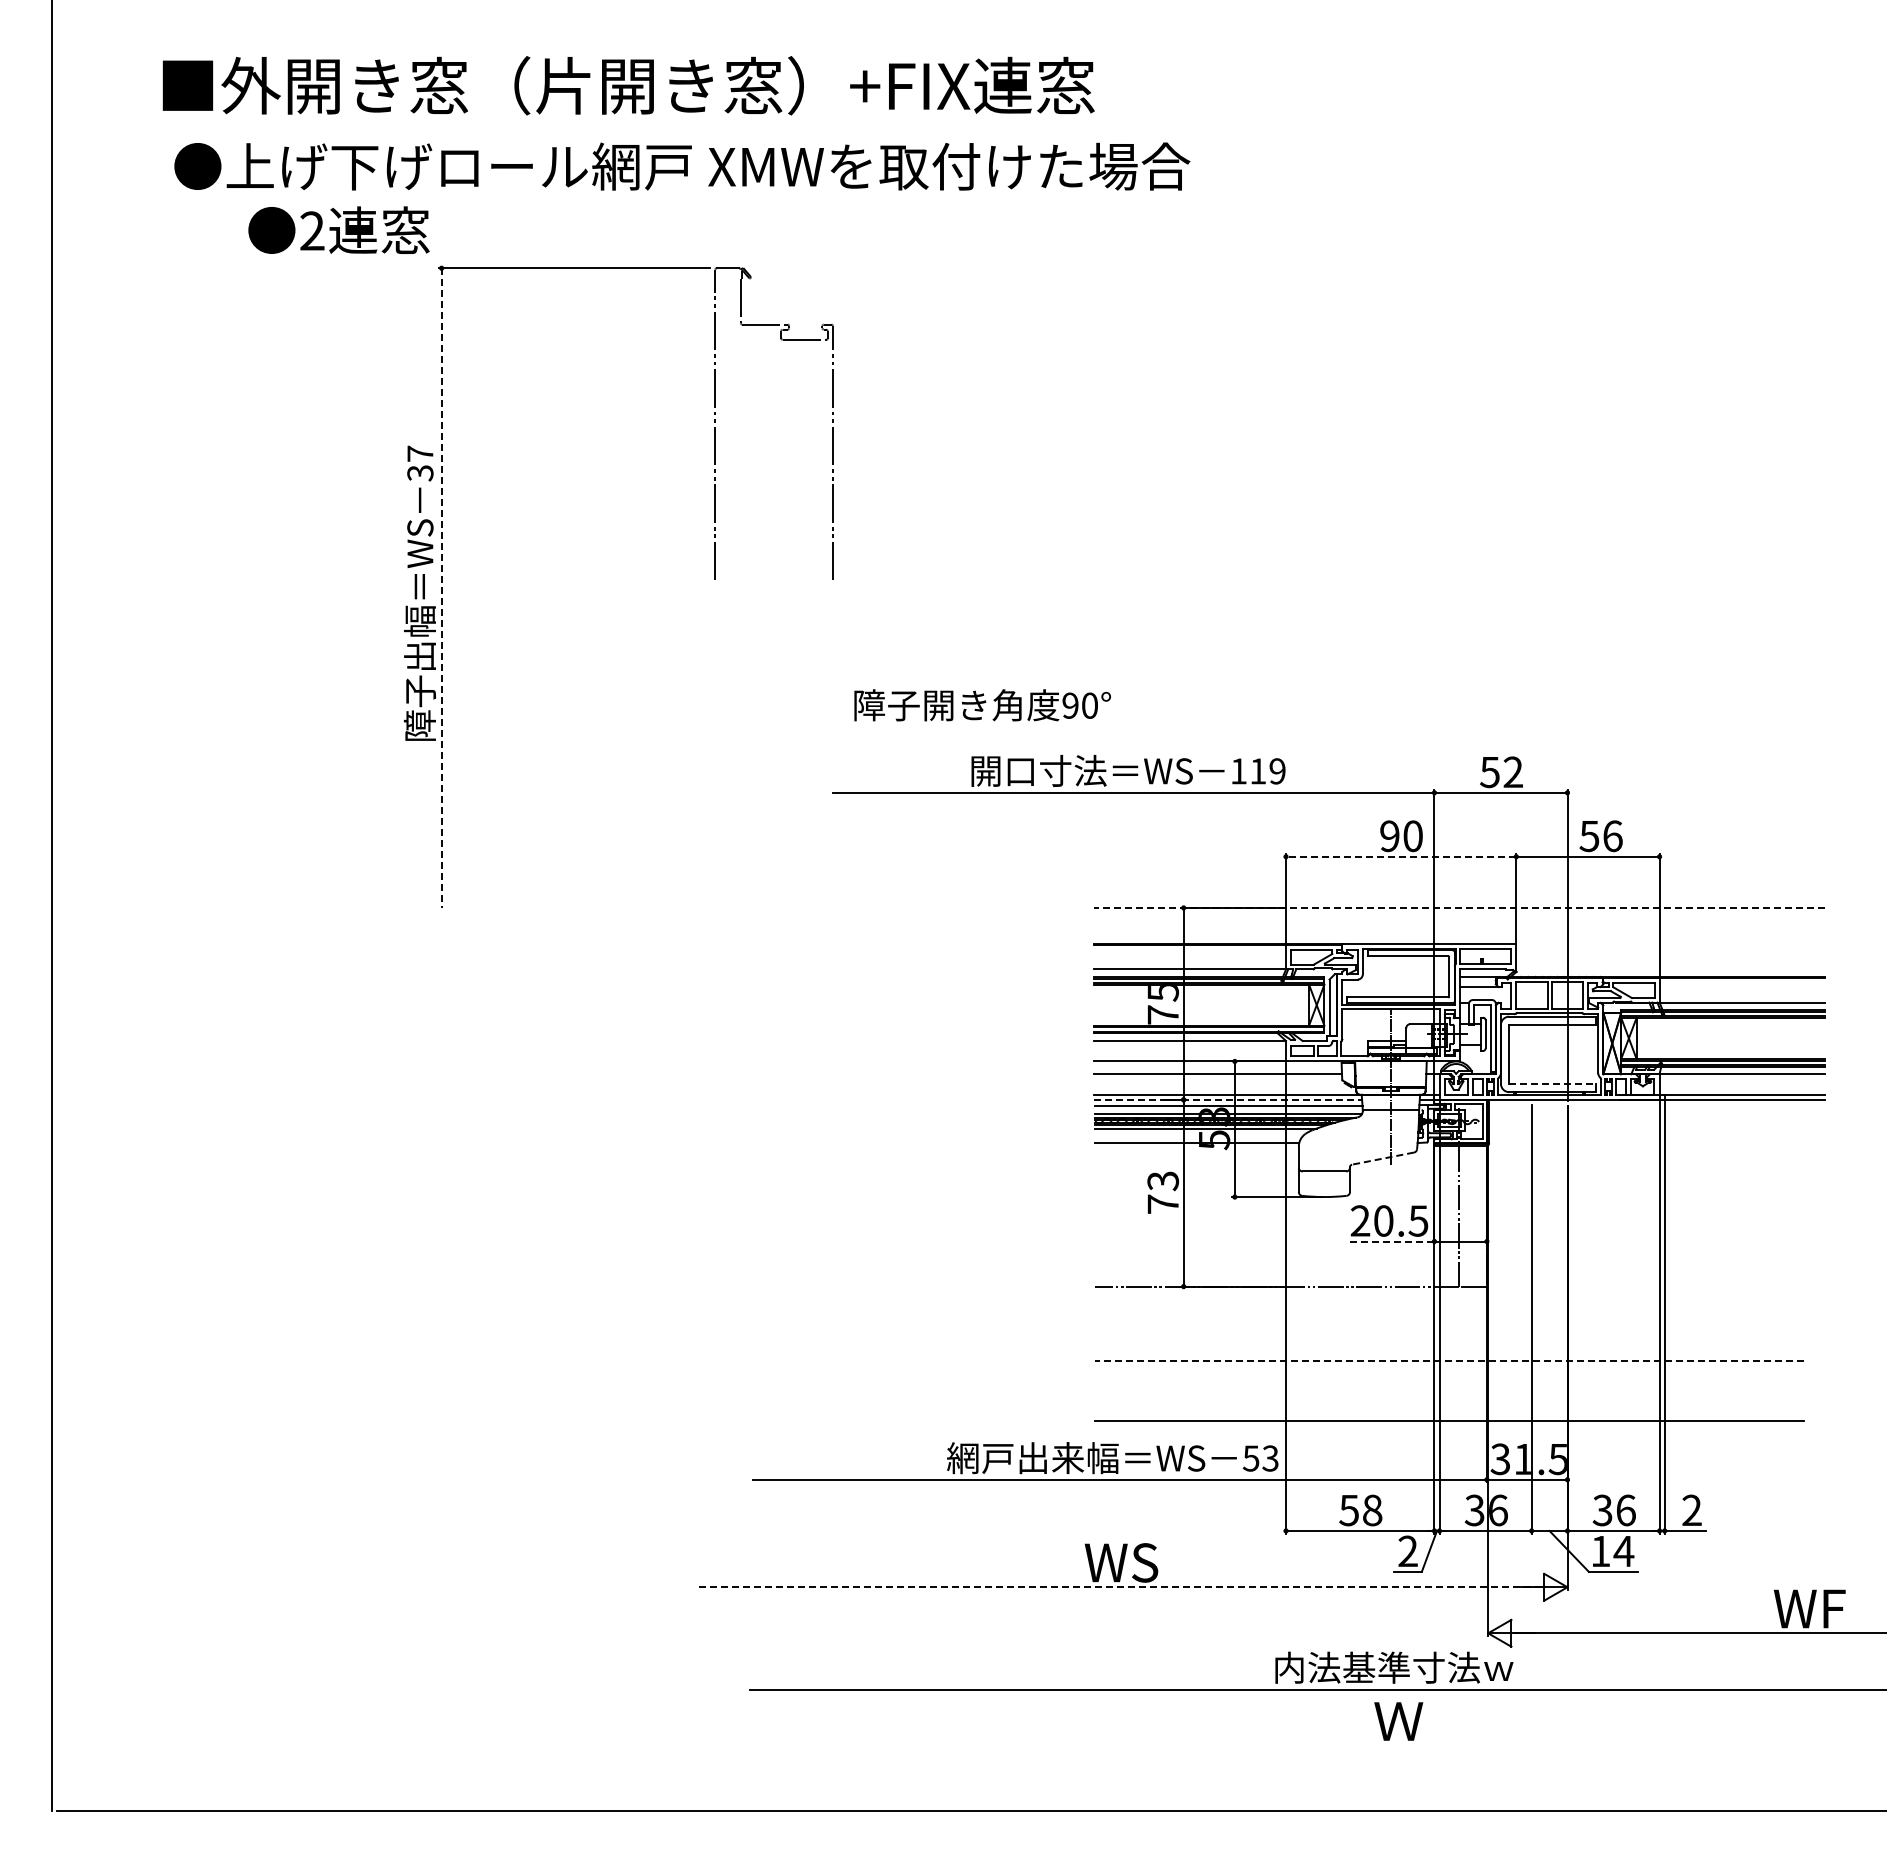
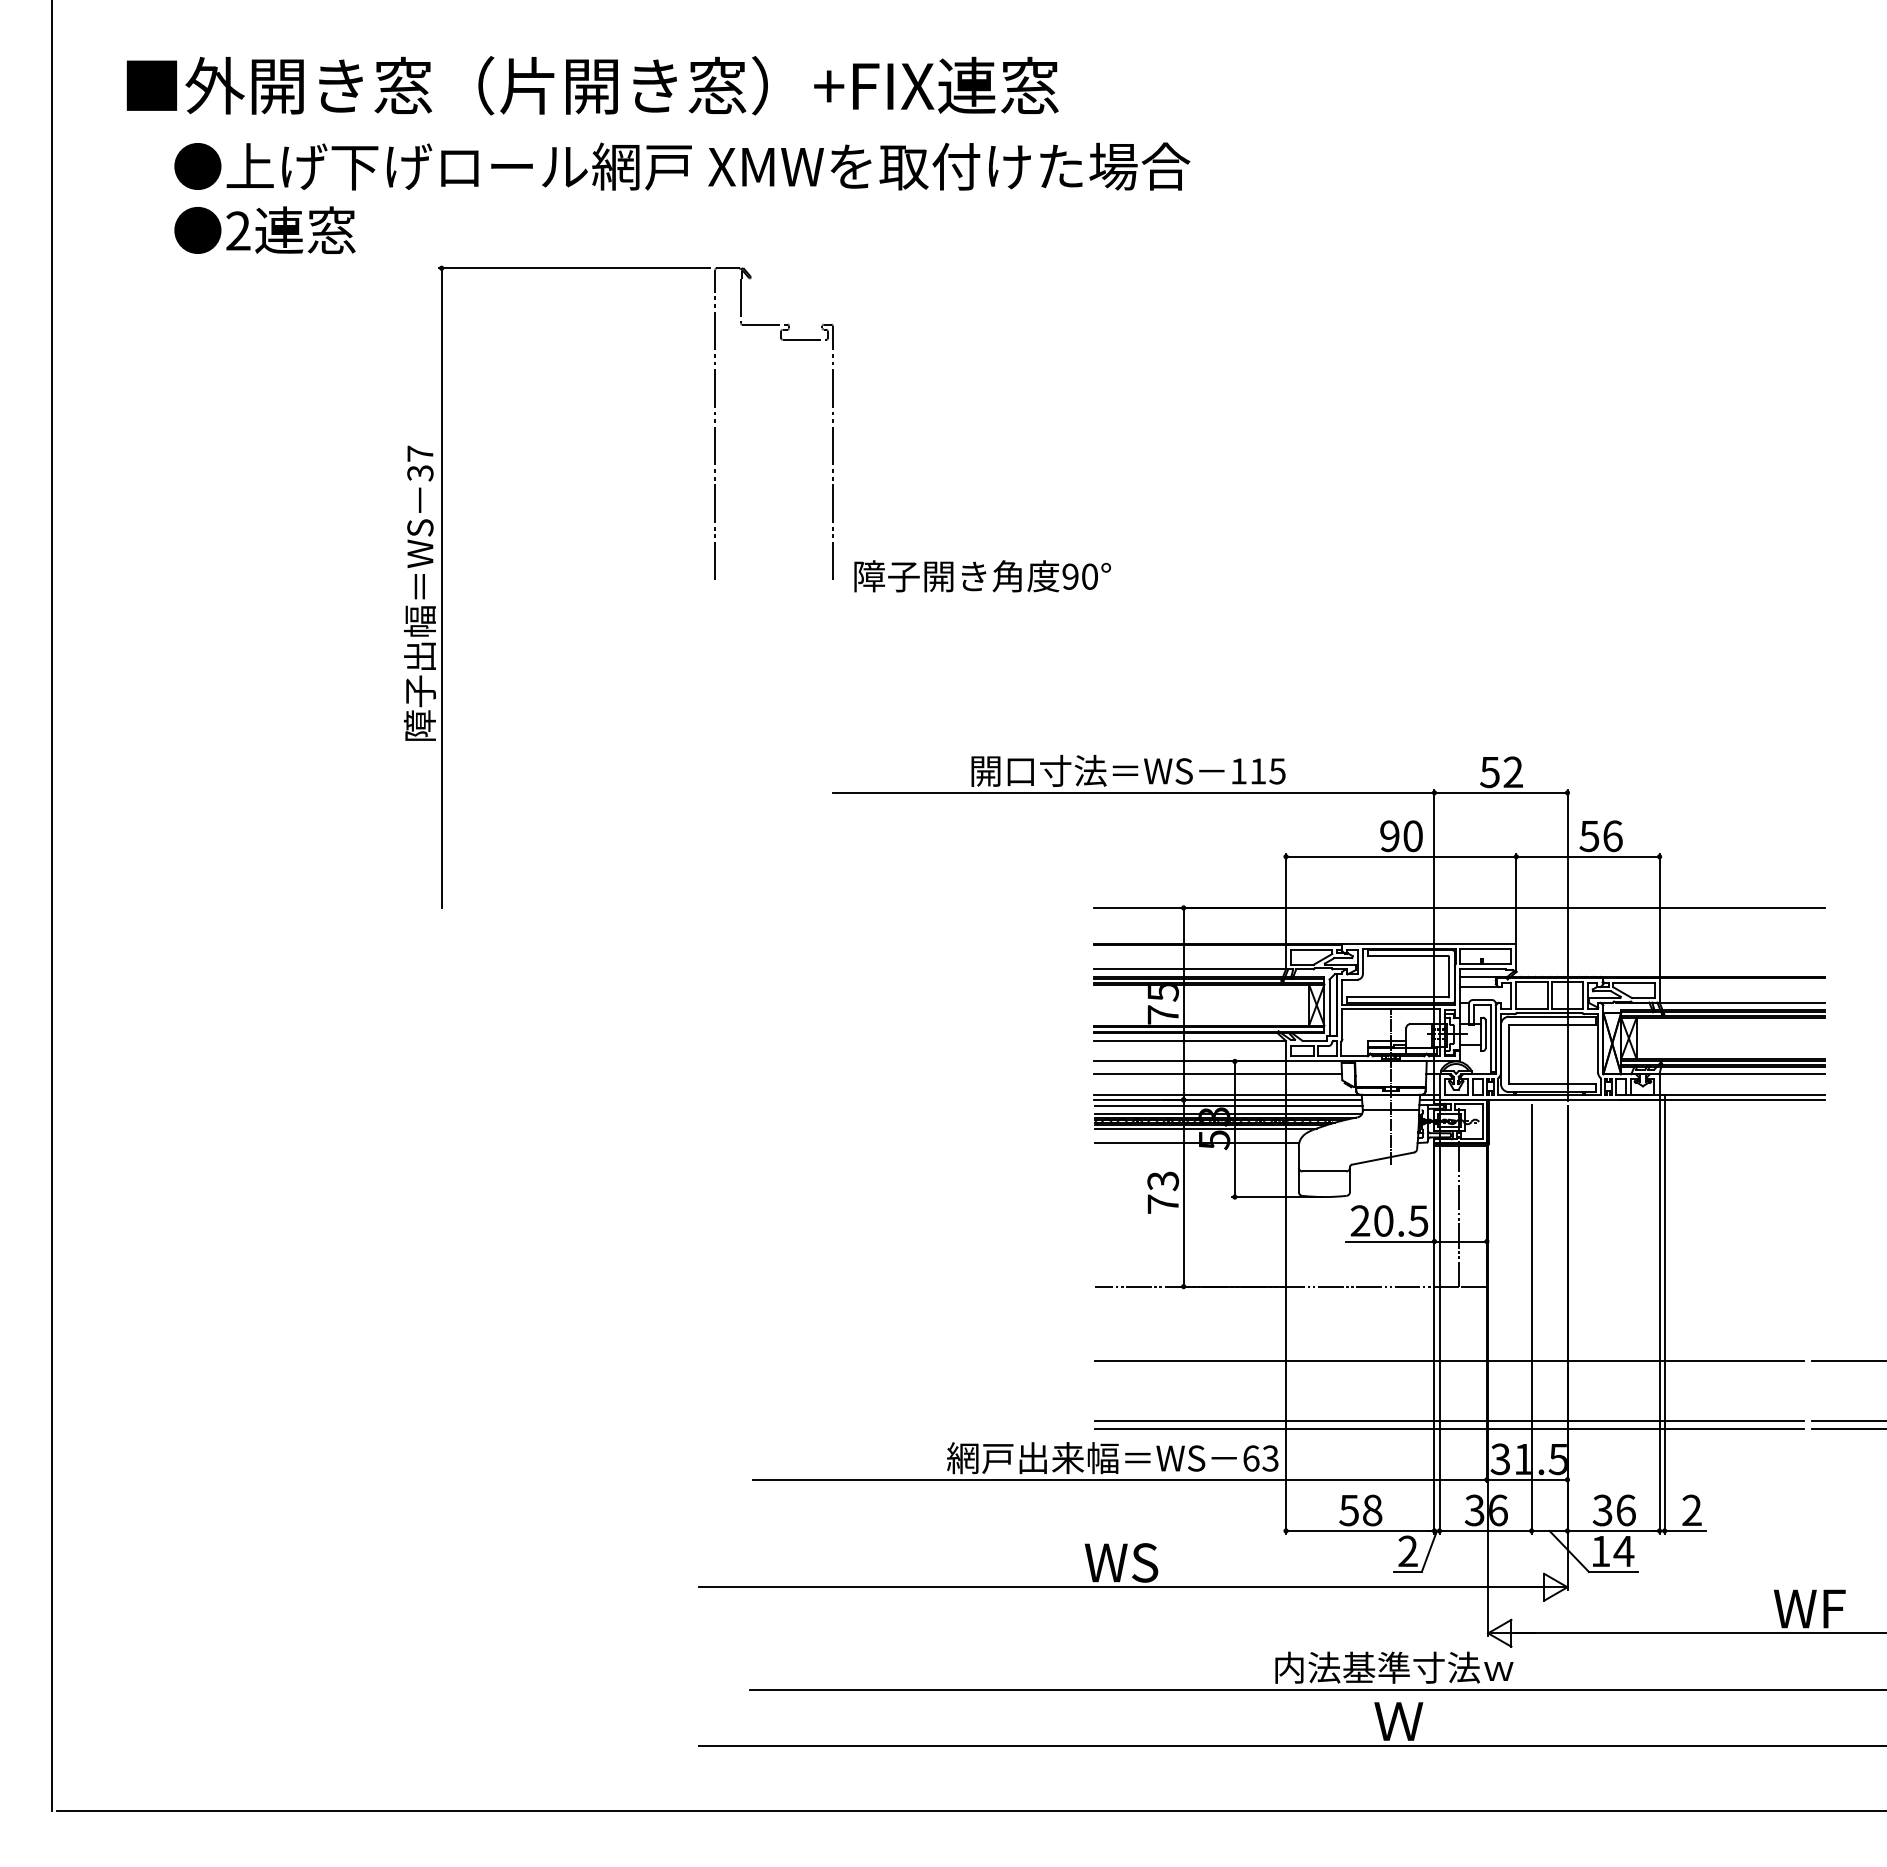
text at (628, 85) position: (628, 85) -> (592, 85)
text at (338, 229) position: (338, 229) -> (264, 229)
line at (441, 588): dashed -> solid
text at (982, 705) position: (982, 705) -> (982, 576)
text at (1277, 771): 119 -> 115
line at (1400, 856): dashed -> solid
line at (1458, 907): dashed -> solid
line at (1552, 1083): dashed -> solid
line at (1228, 1099): dashed -> solid
line at (1383, 1158): dashed -> solid
line at (1389, 1241): dashed -> solid
line at (1449, 1360): dashed -> solid
line at (1847, 1360): none -> present
line at (1847, 1420): none -> present
line at (1449, 1428): none -> present
line at (1847, 1428): none -> present
text at (1250, 1458): 53 -> 63
line at (1119, 1587): dashed -> solid
line at (1290, 1745): none -> present
